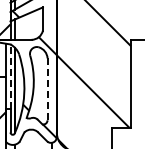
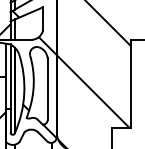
line at (10, 76): dashed -> solid
line at (47, 89): dashed -> solid
